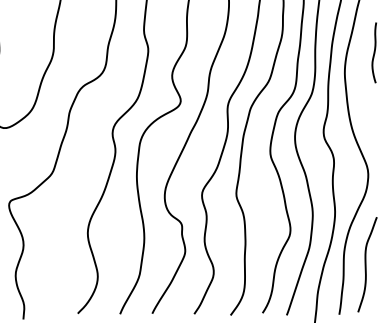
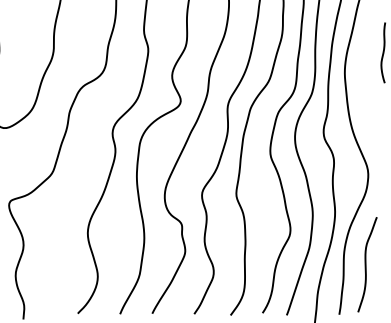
curve at (373, 52) position: (373, 52) -> (382, 52)
